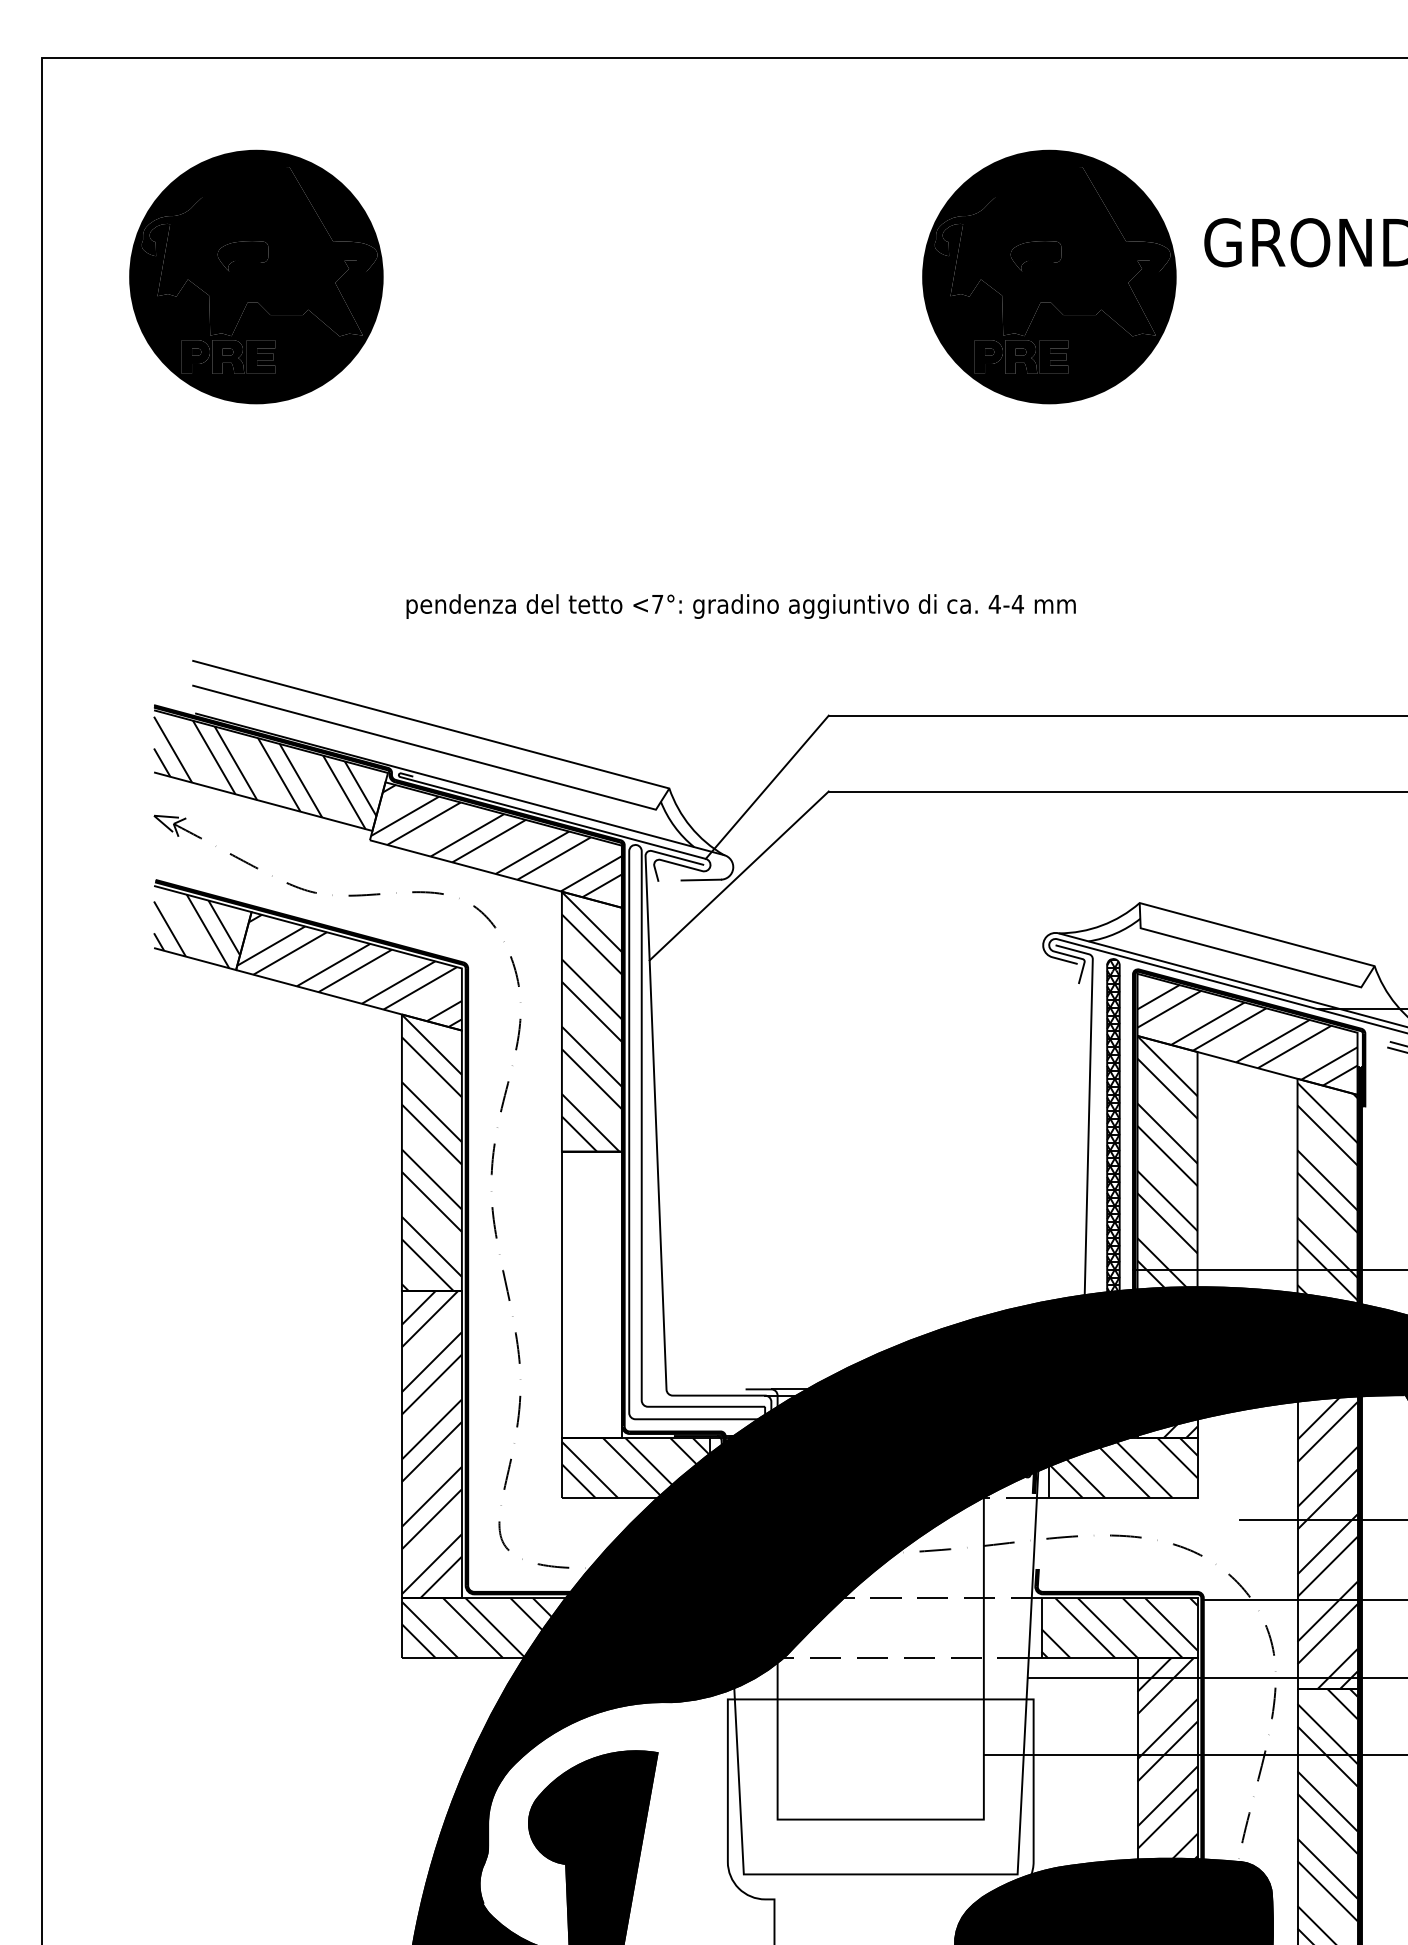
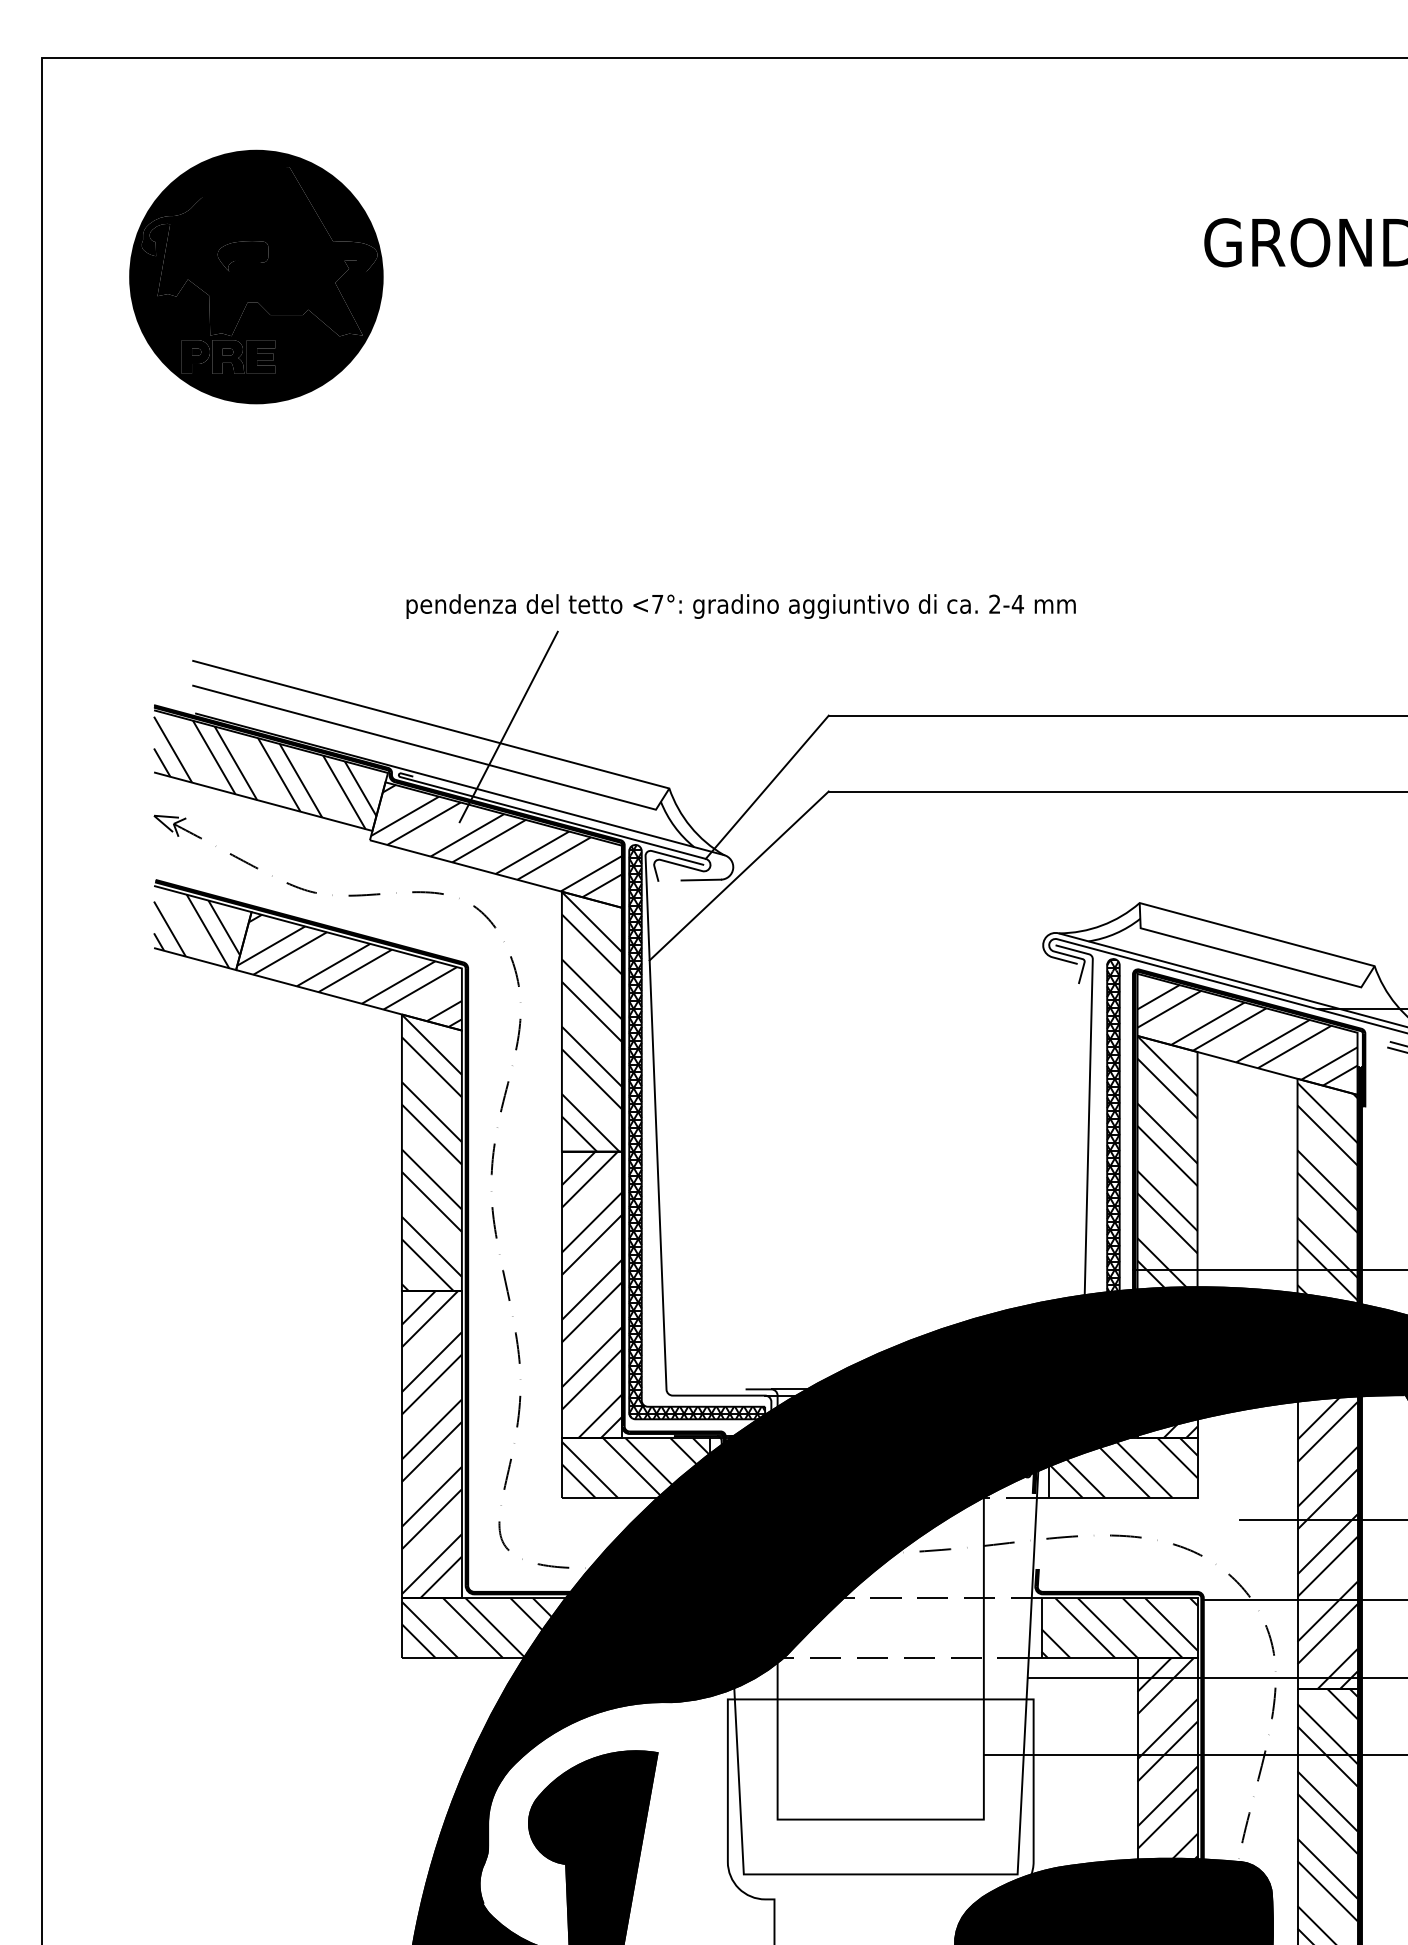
part at (1049, 276): present -> none
text at (994, 603): 4-4 -> 2-4
line at (508, 726): none -> present
hatch at (697, 1132): none -> present
hatch at (591, 1294): none -> present
